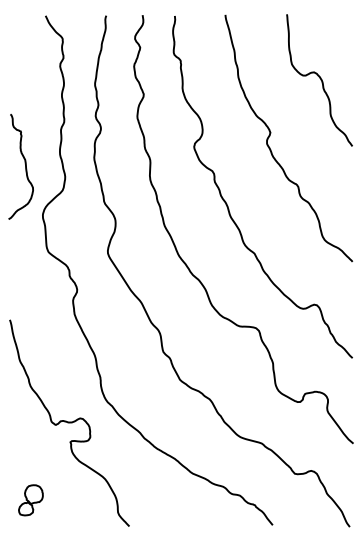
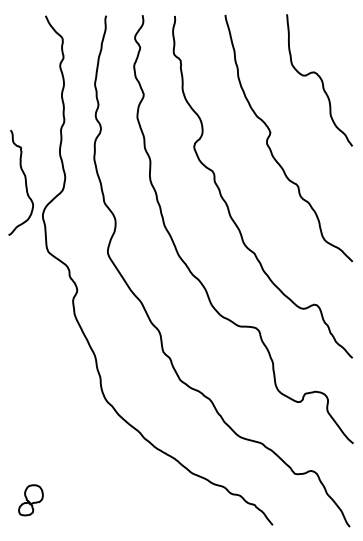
curve at (24, 163) position: (24, 163) -> (24, 179)
curve at (69, 422): present -> none
